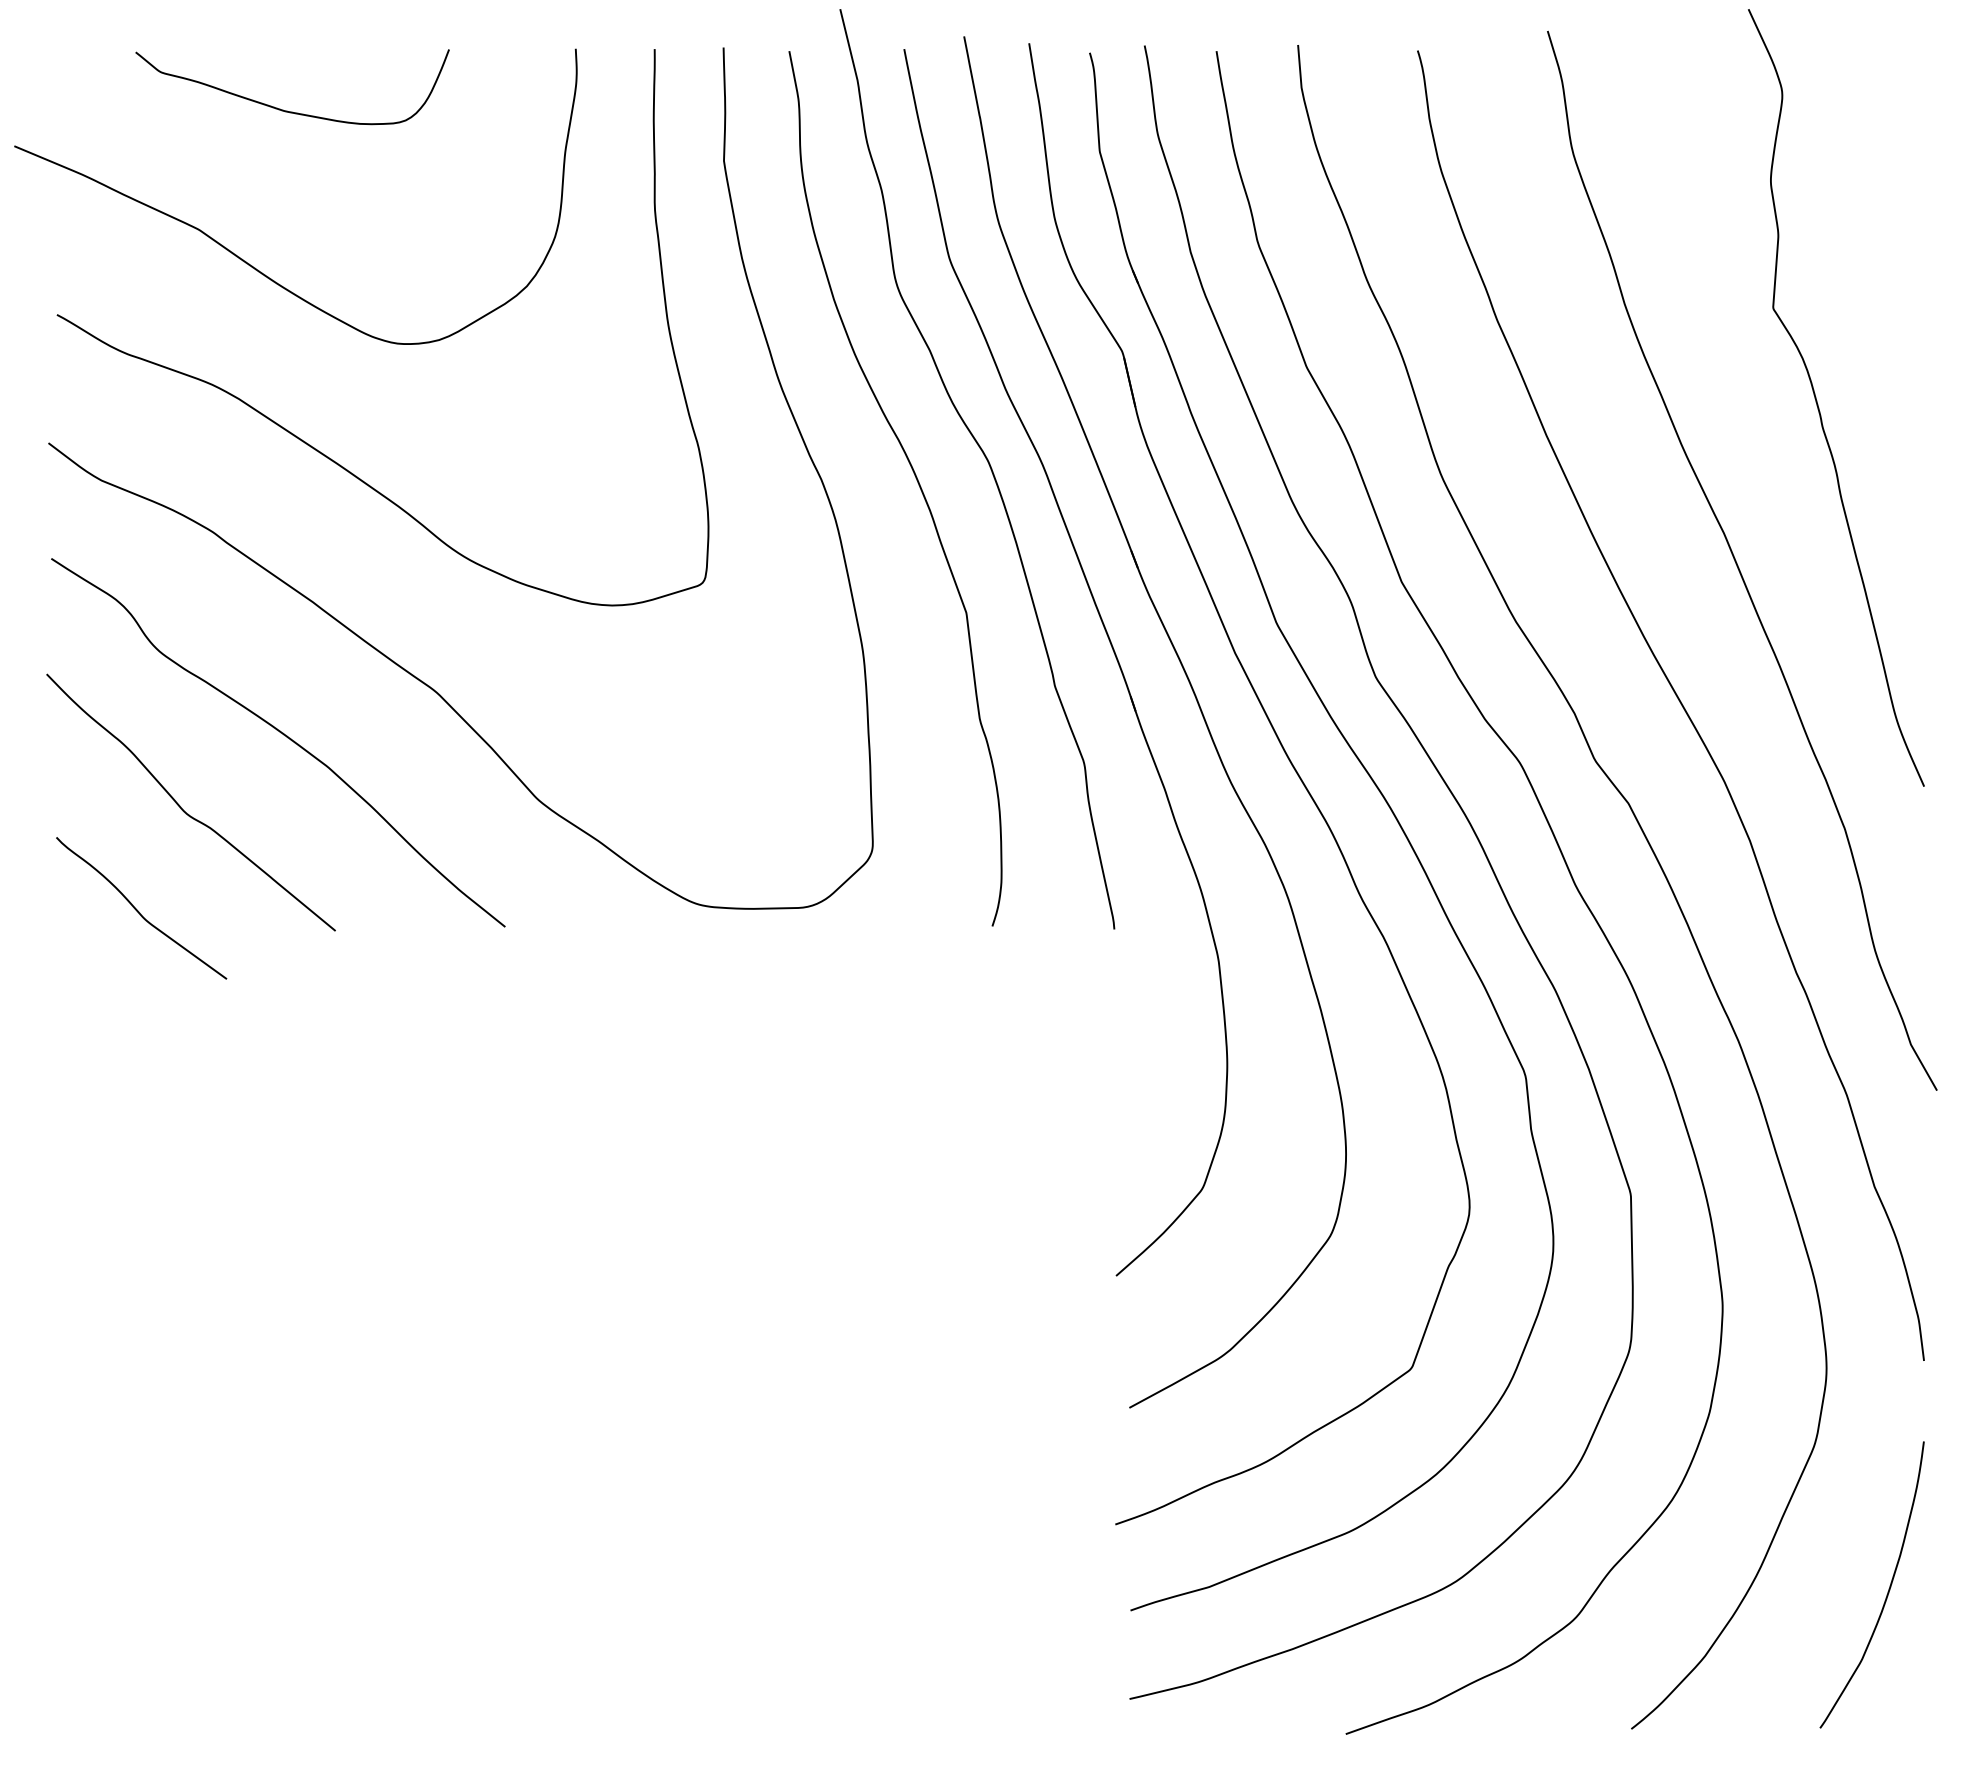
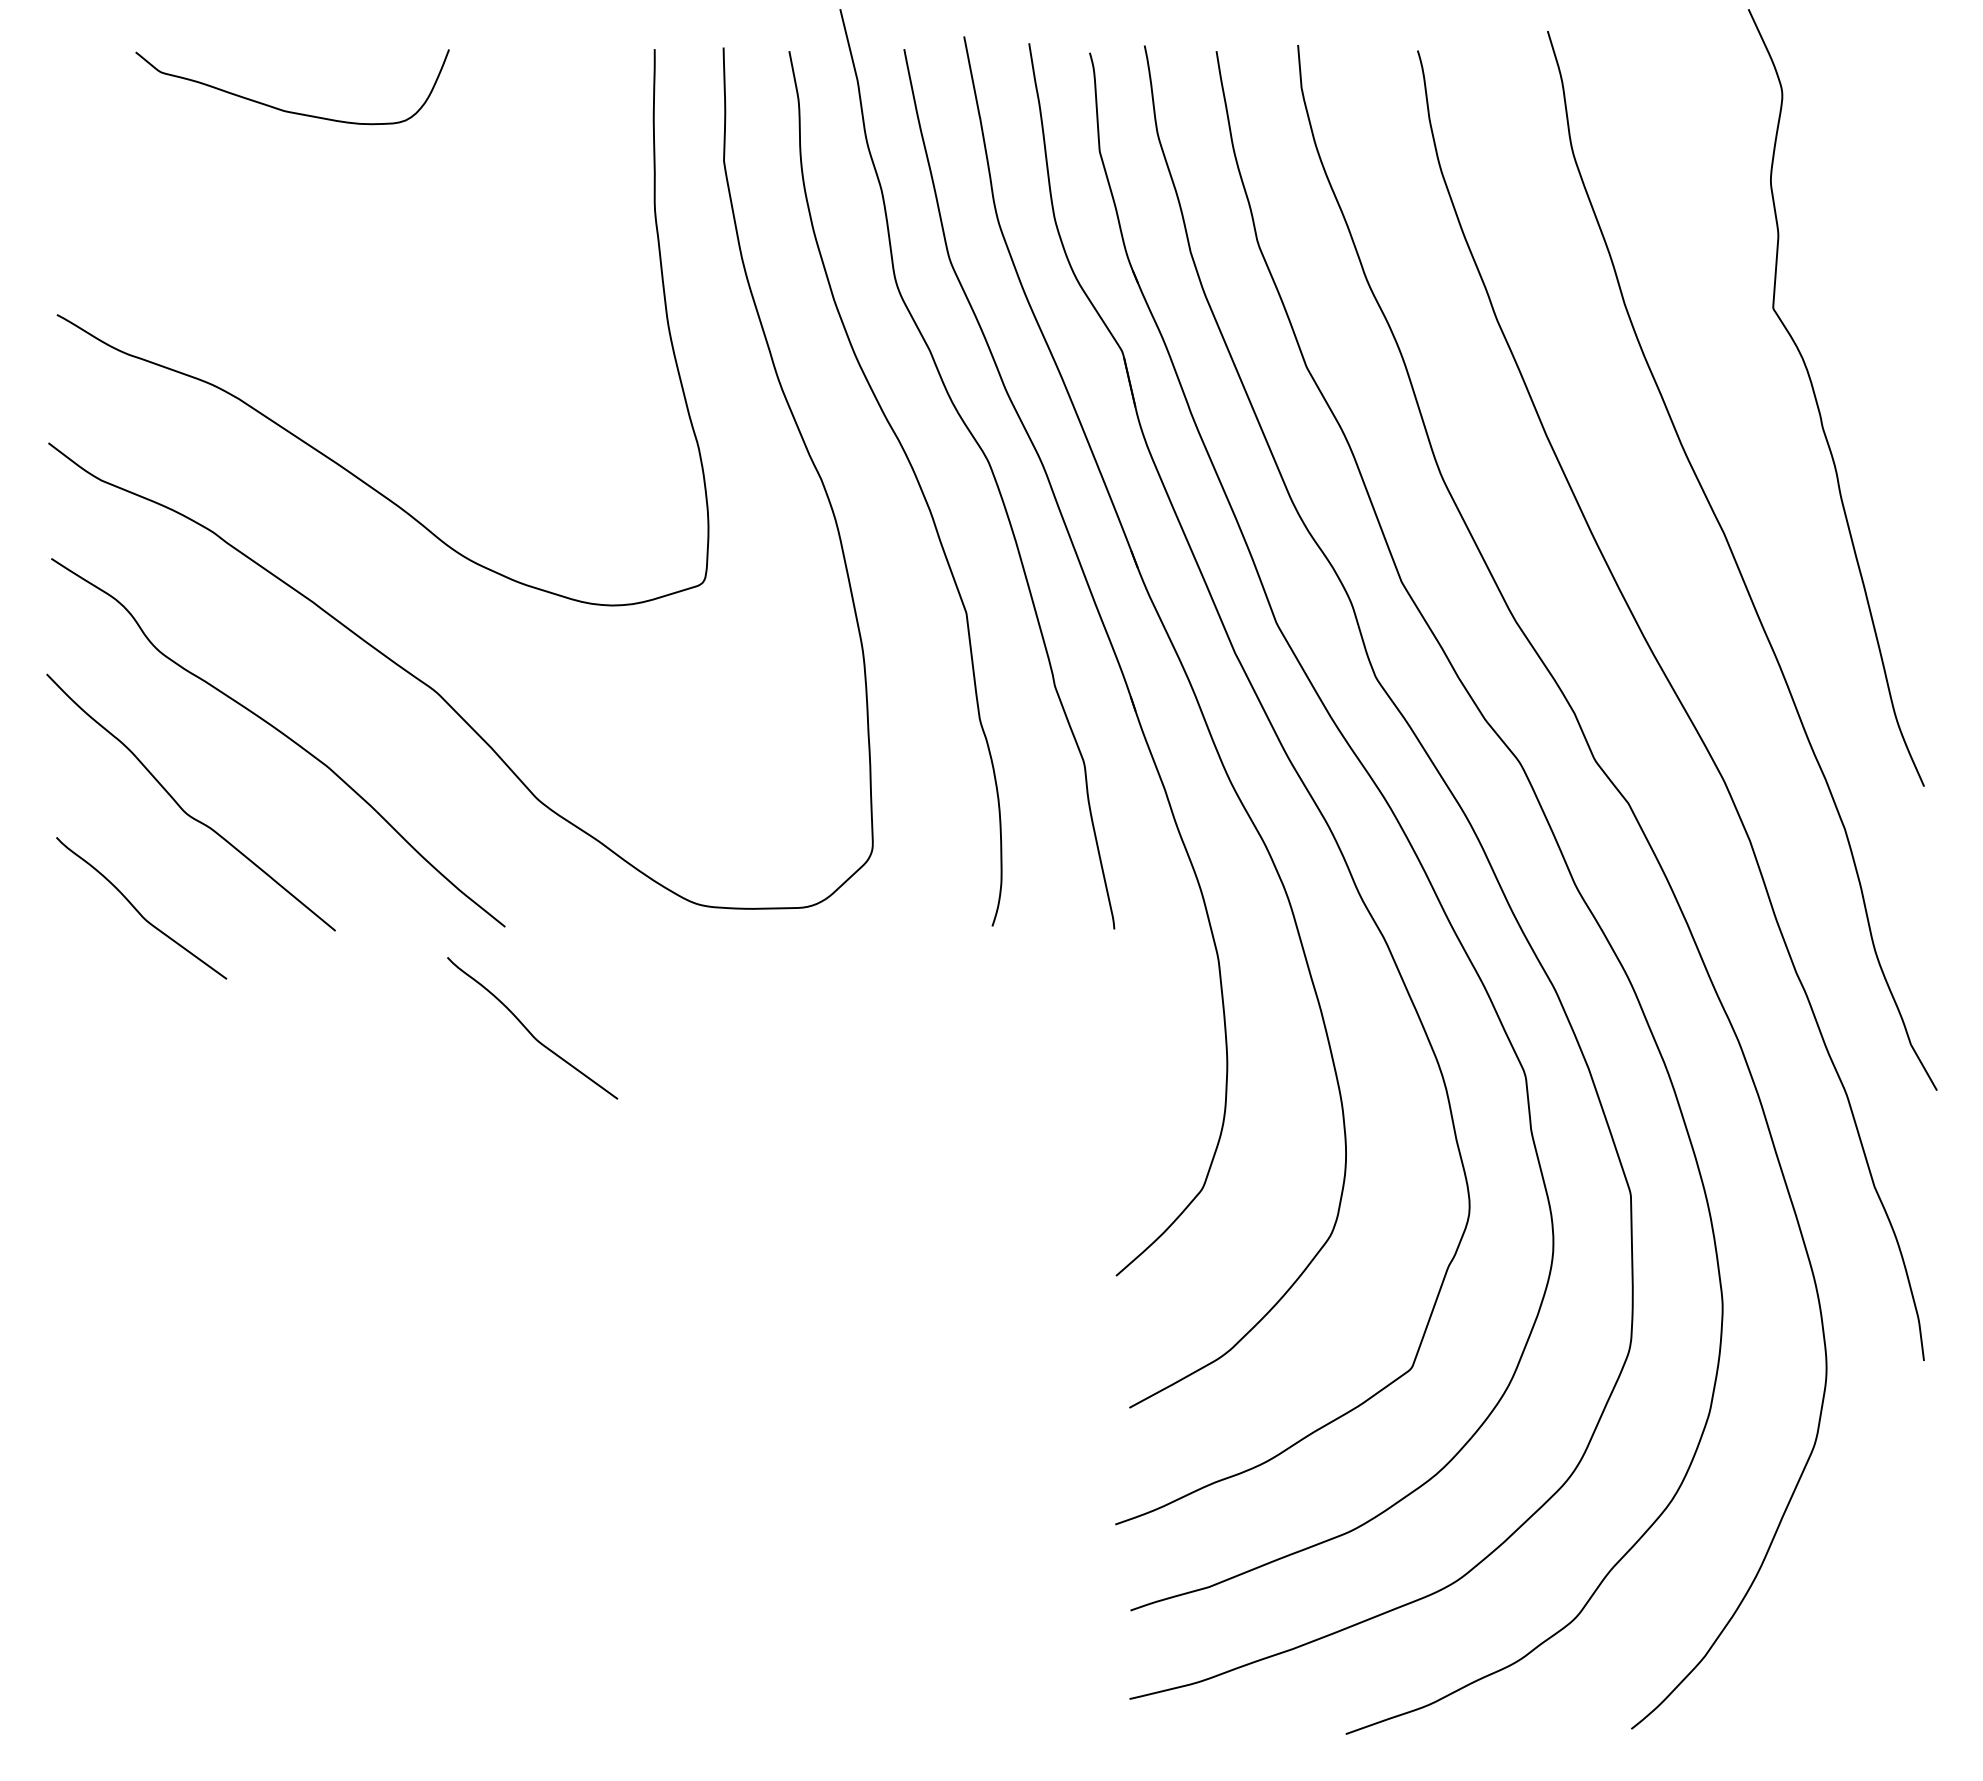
curve at (249, 263): present -> none
curve at (529, 1030): none -> present
curve at (1888, 1588): present -> none
